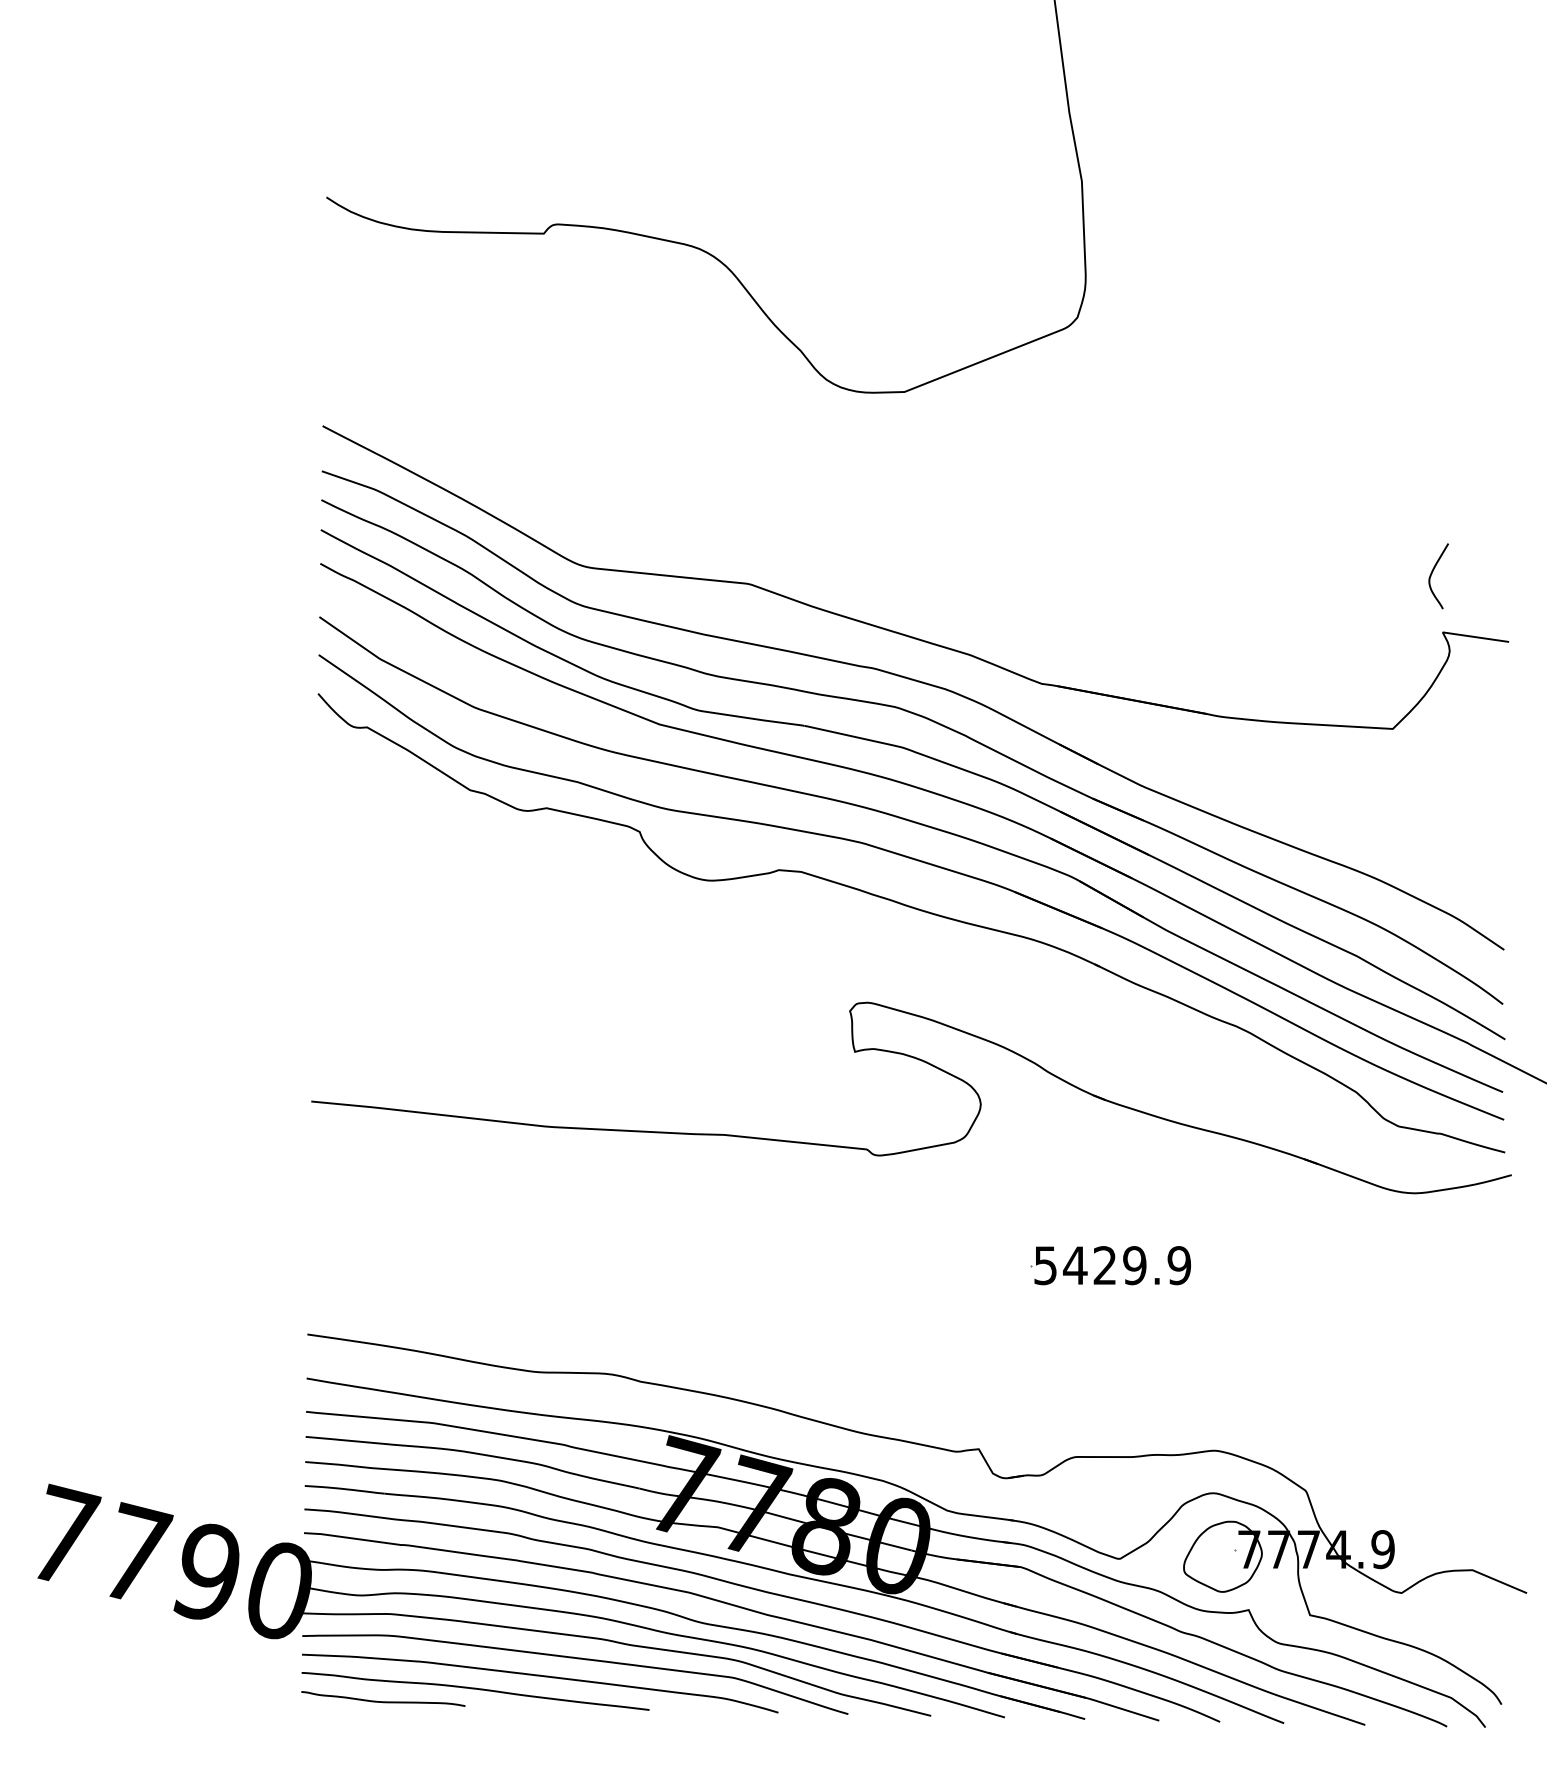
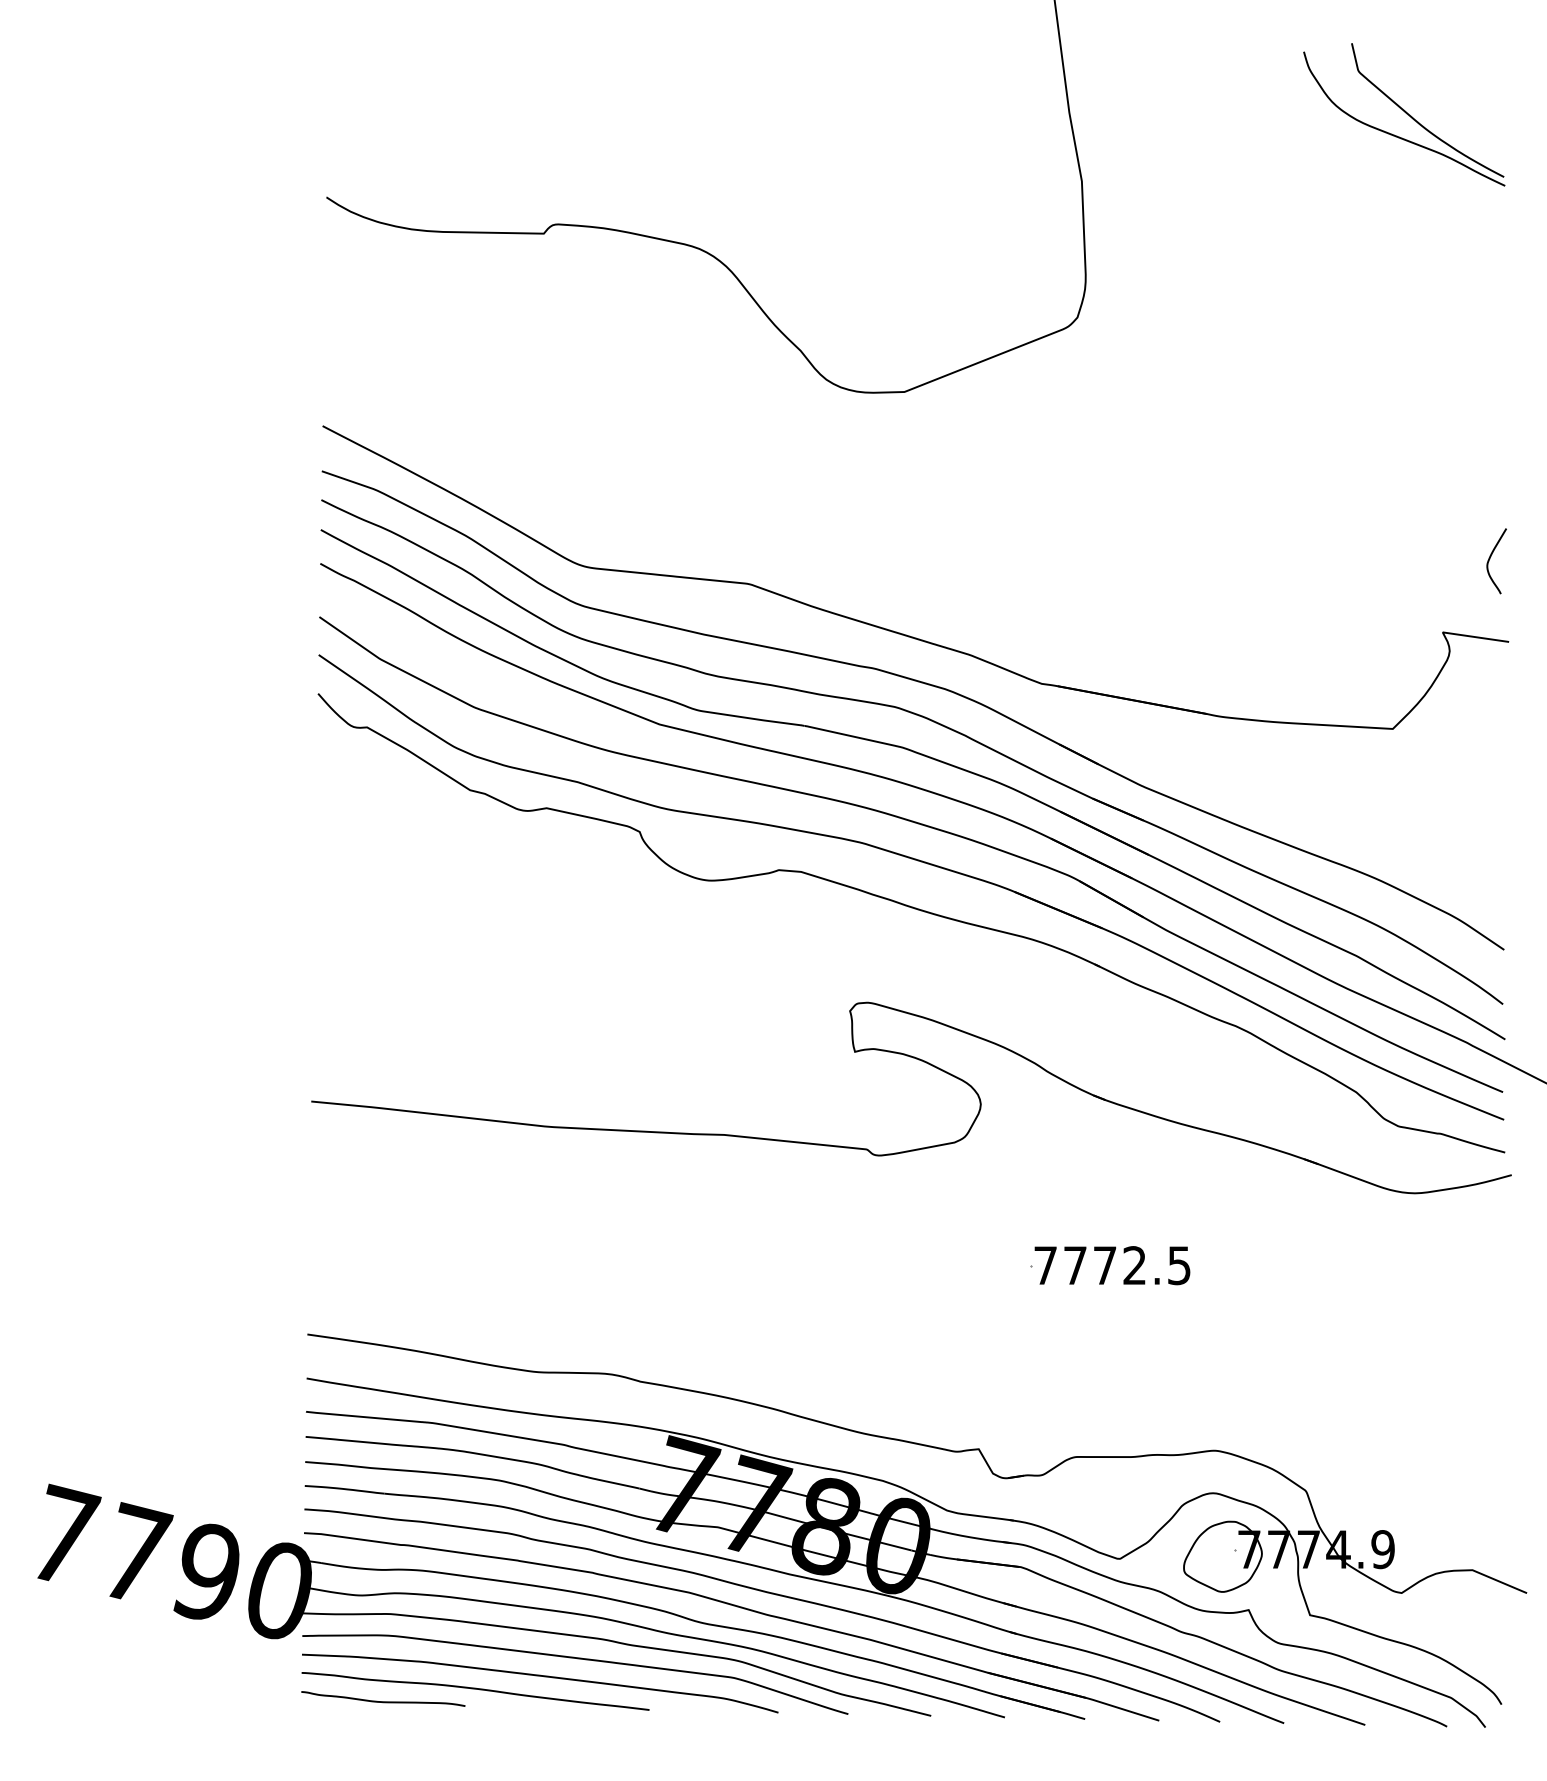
part at (1404, 114): none -> present
curve at (1432, 574) position: (1432, 574) -> (1490, 559)
text at (1112, 1265): 5429.9 -> 7772.5
